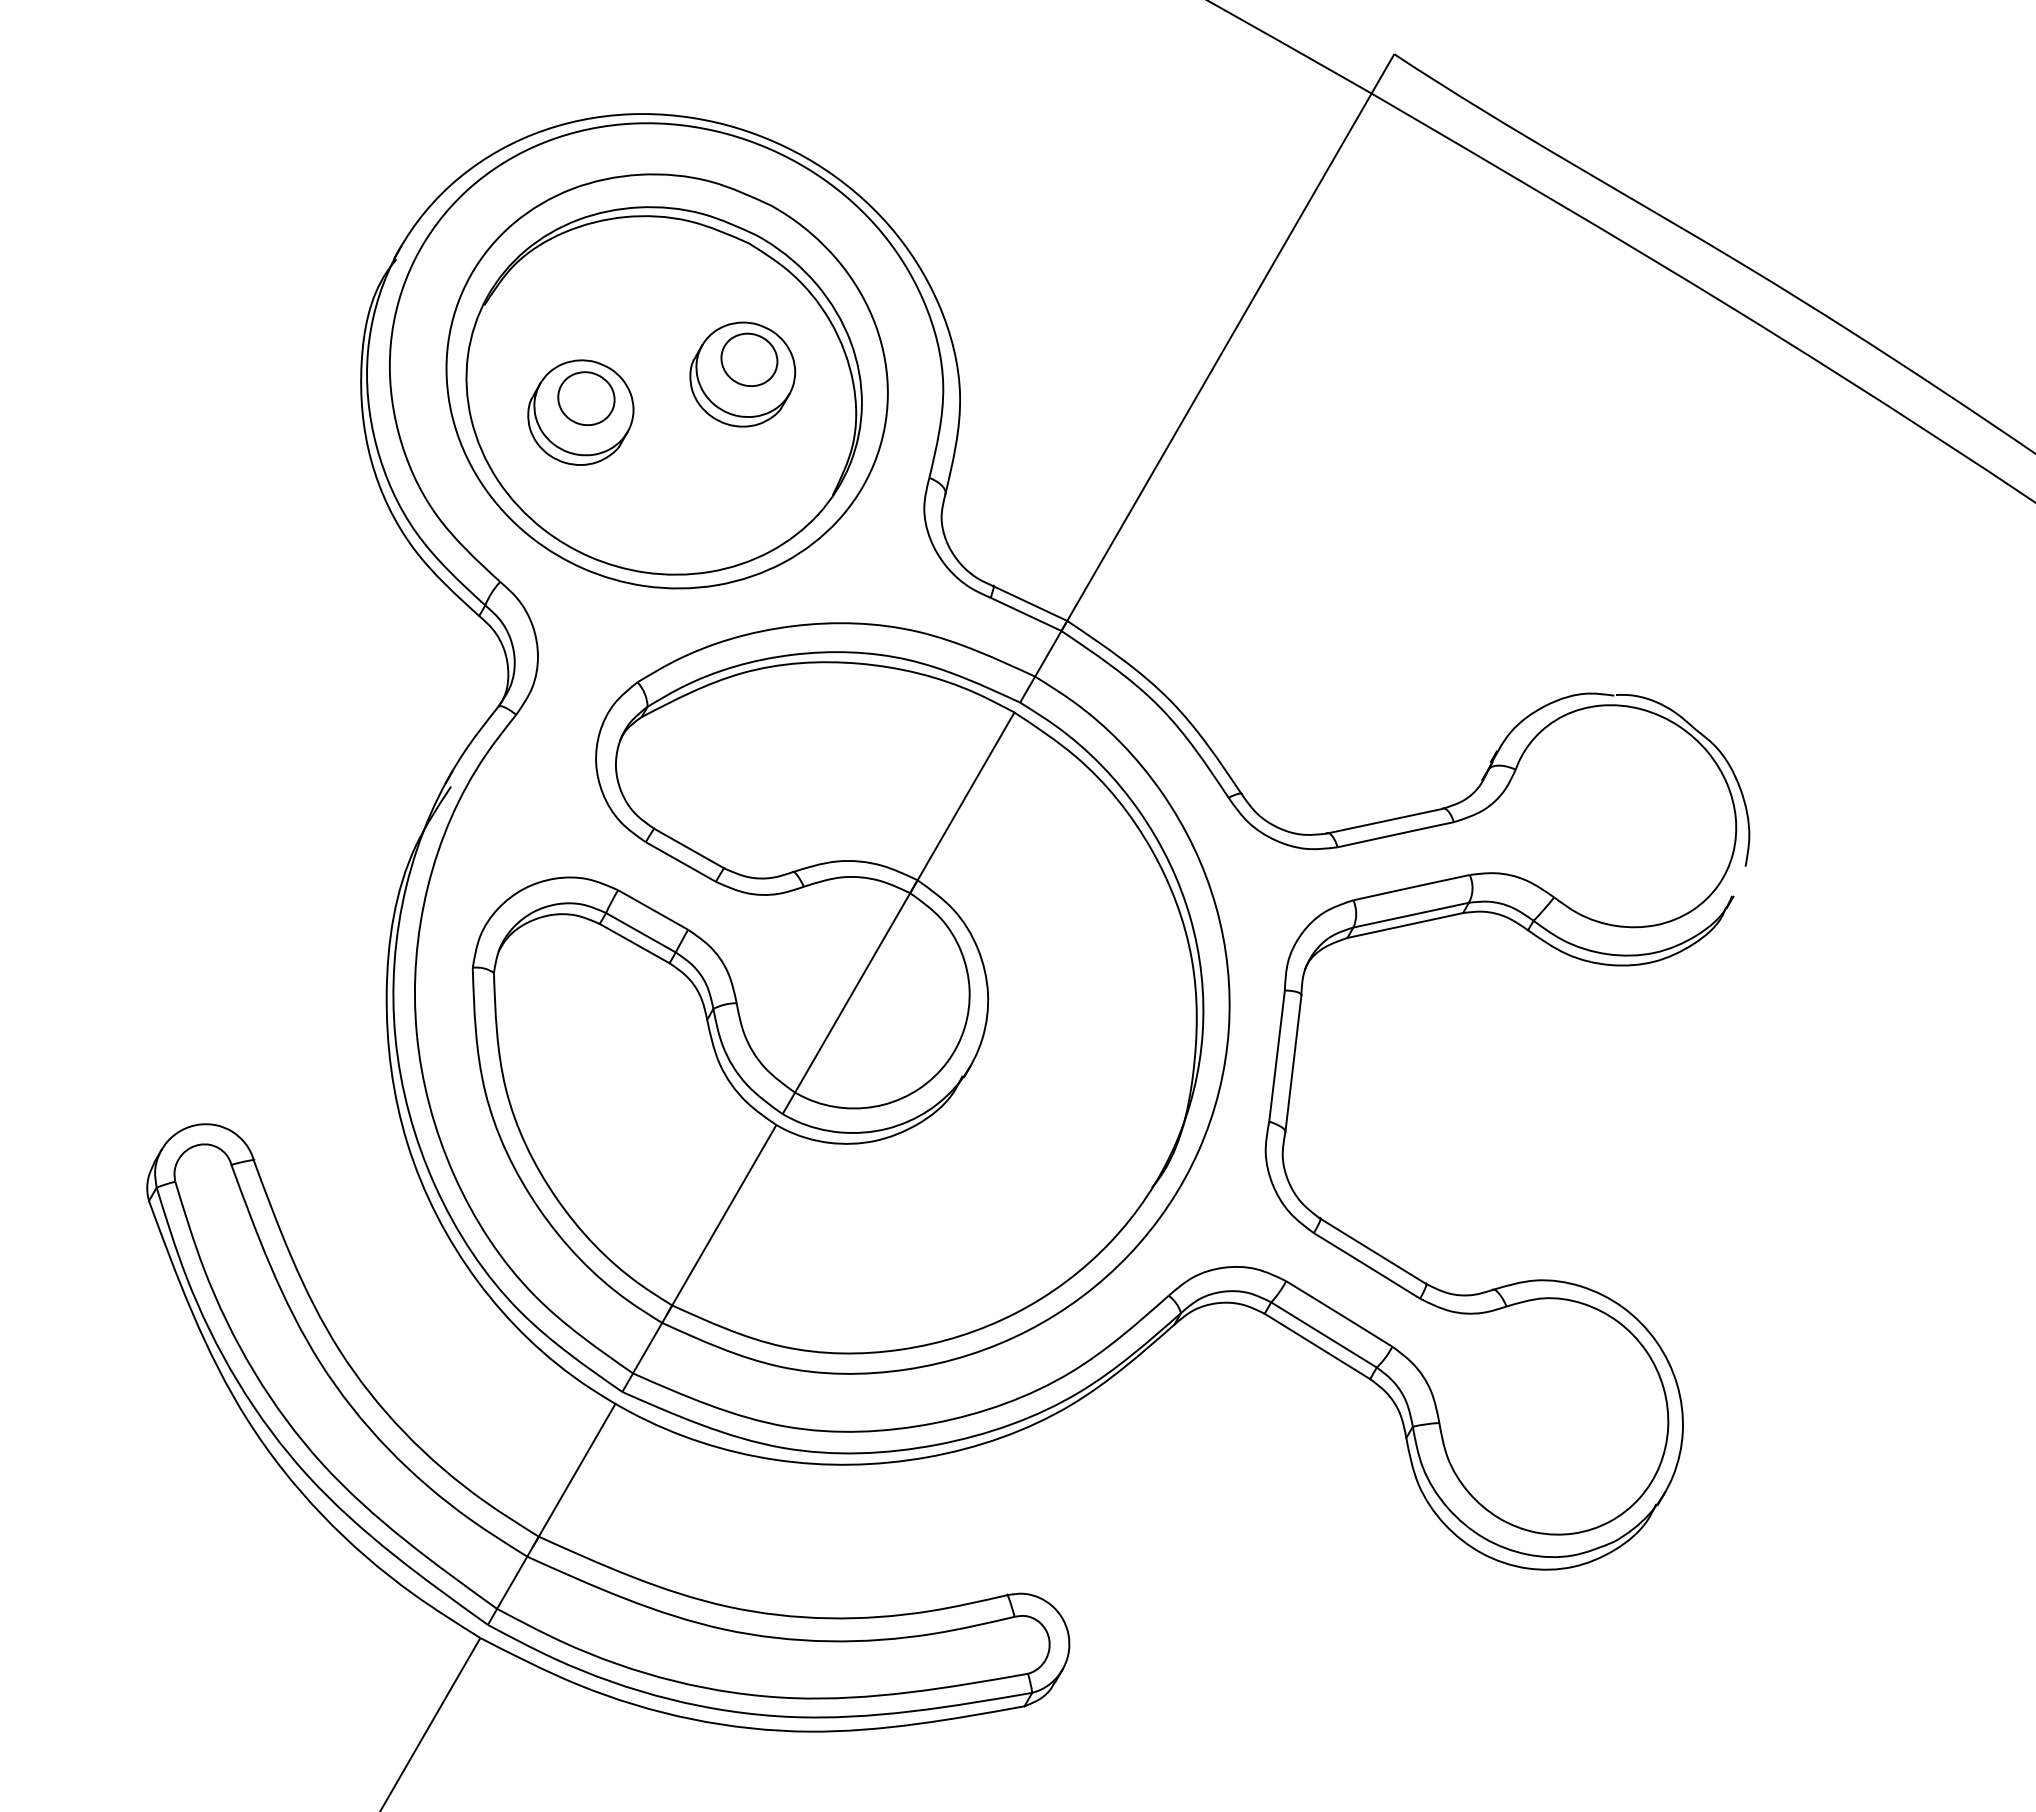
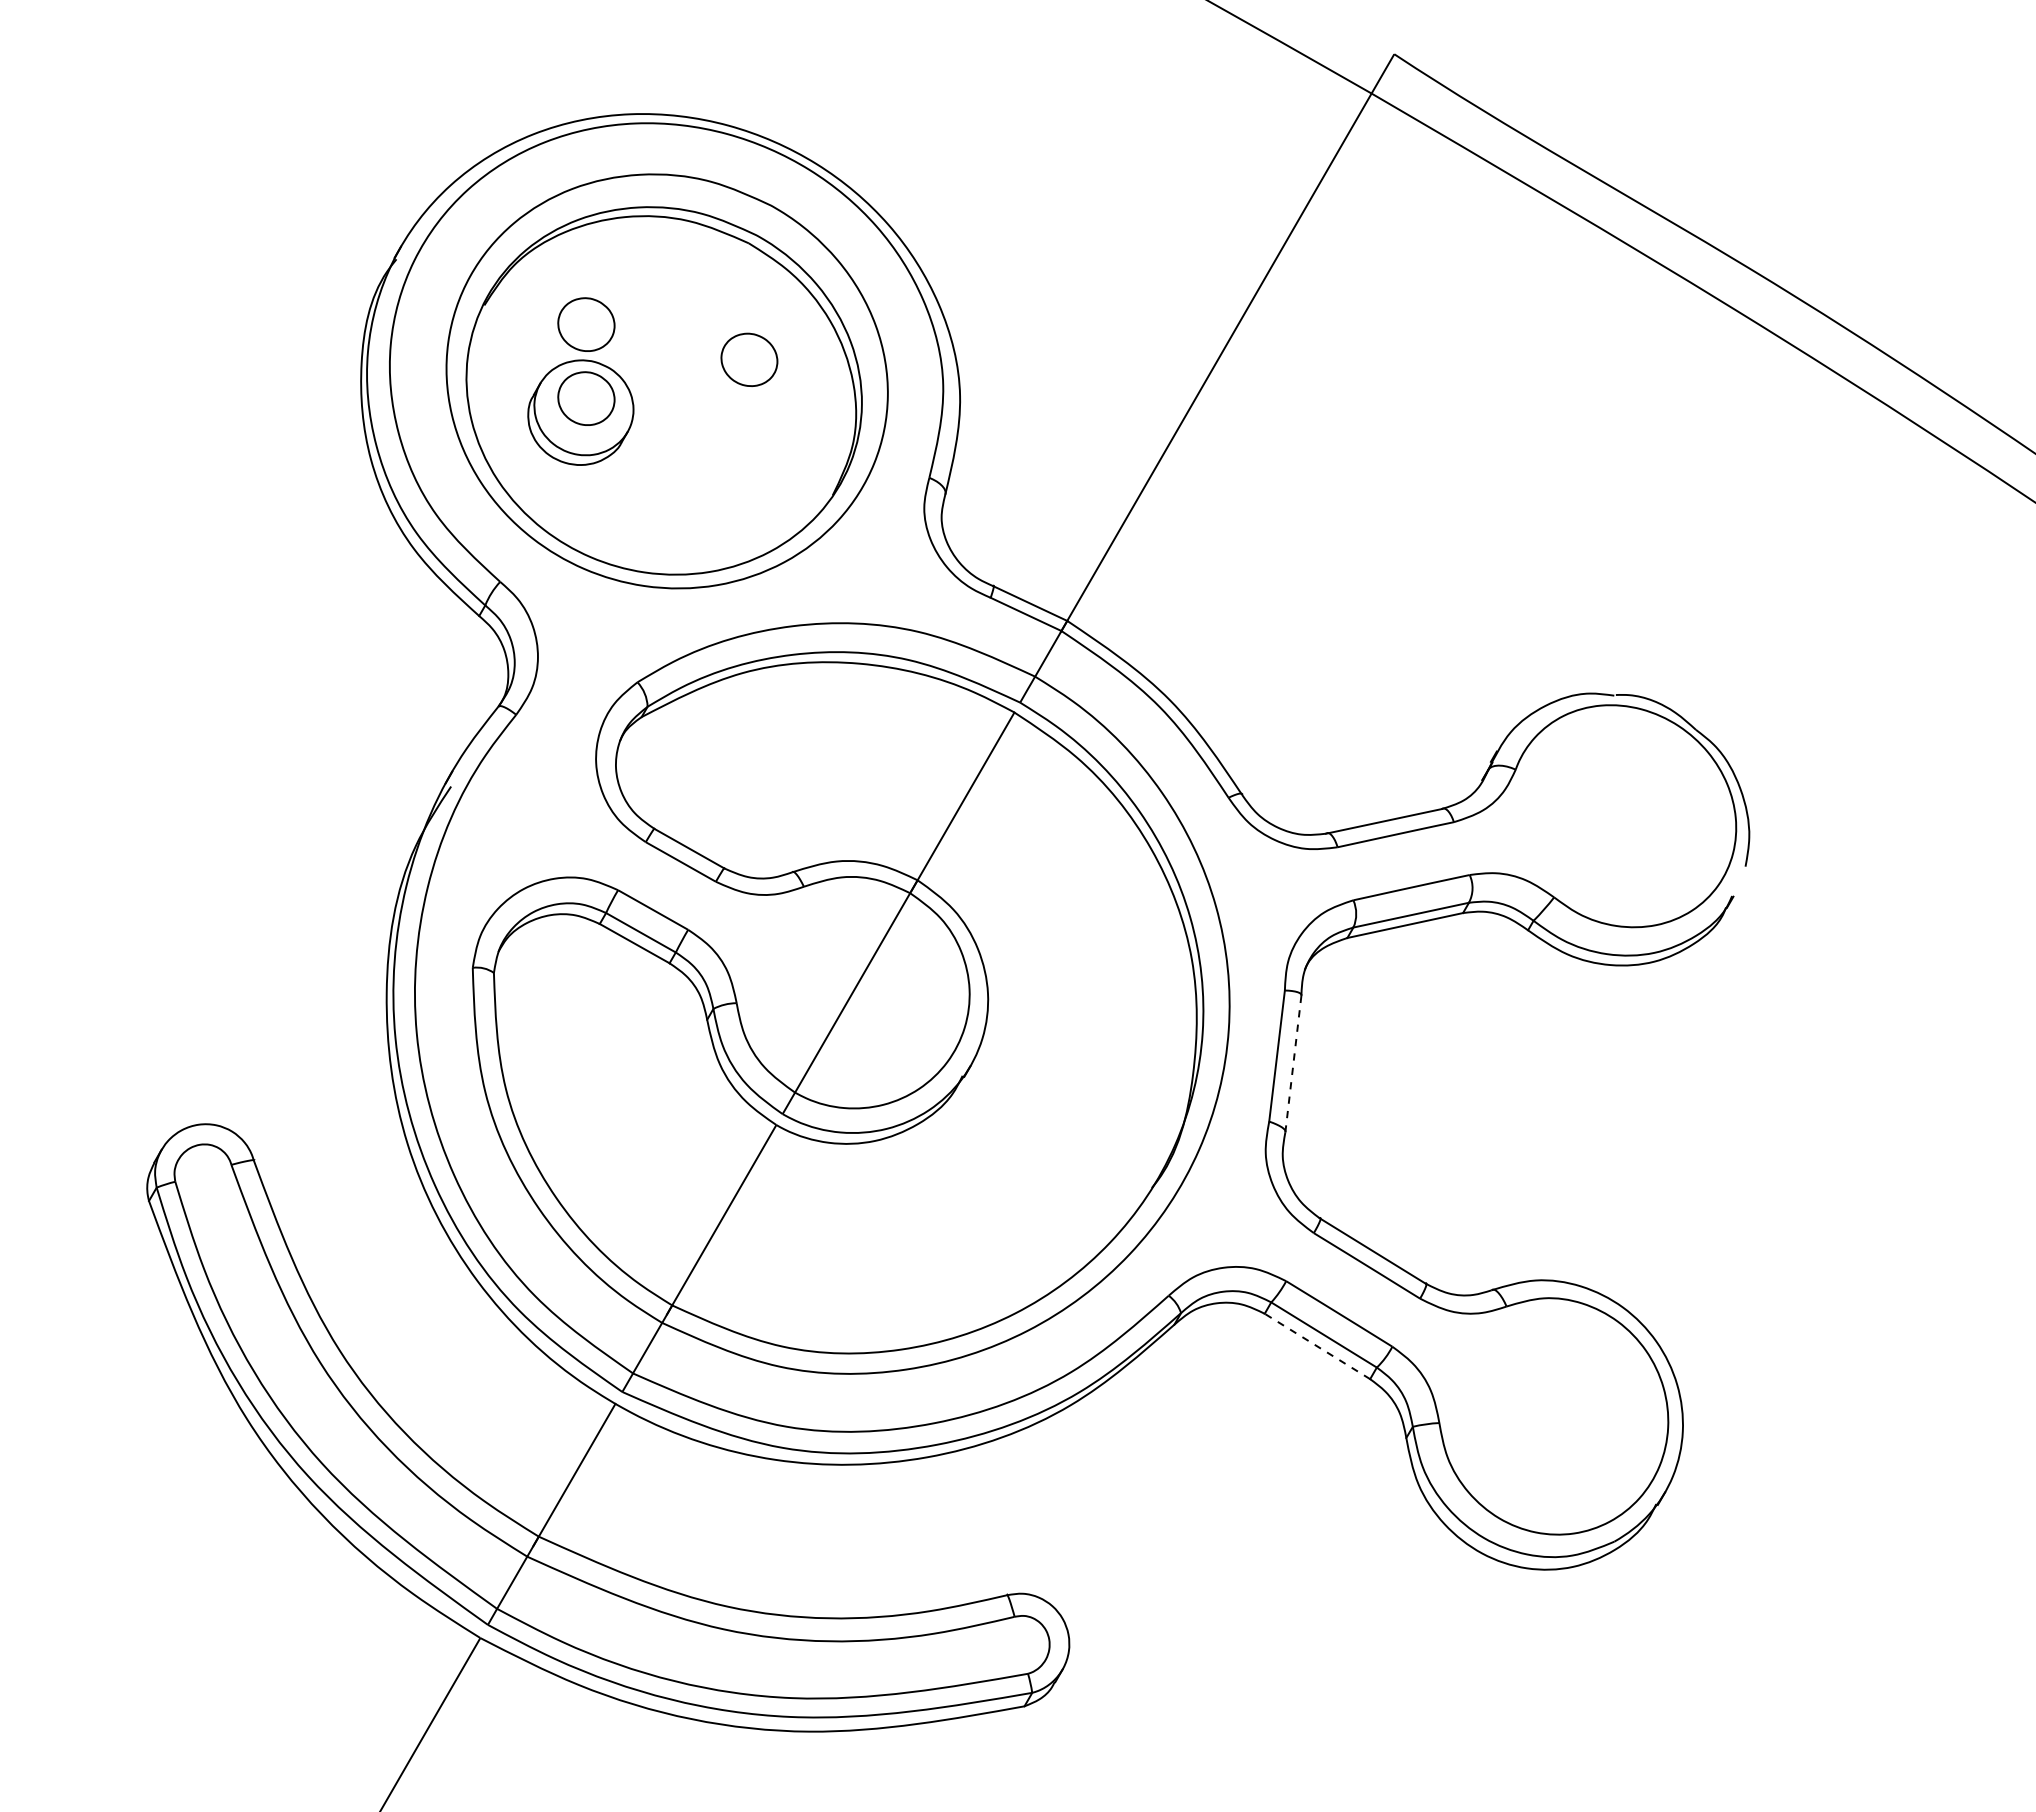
part at (586, 324): none -> present
part at (742, 374): present -> none
line at (1293, 1064): solid -> dashed
line at (1317, 1346): solid -> dashed
